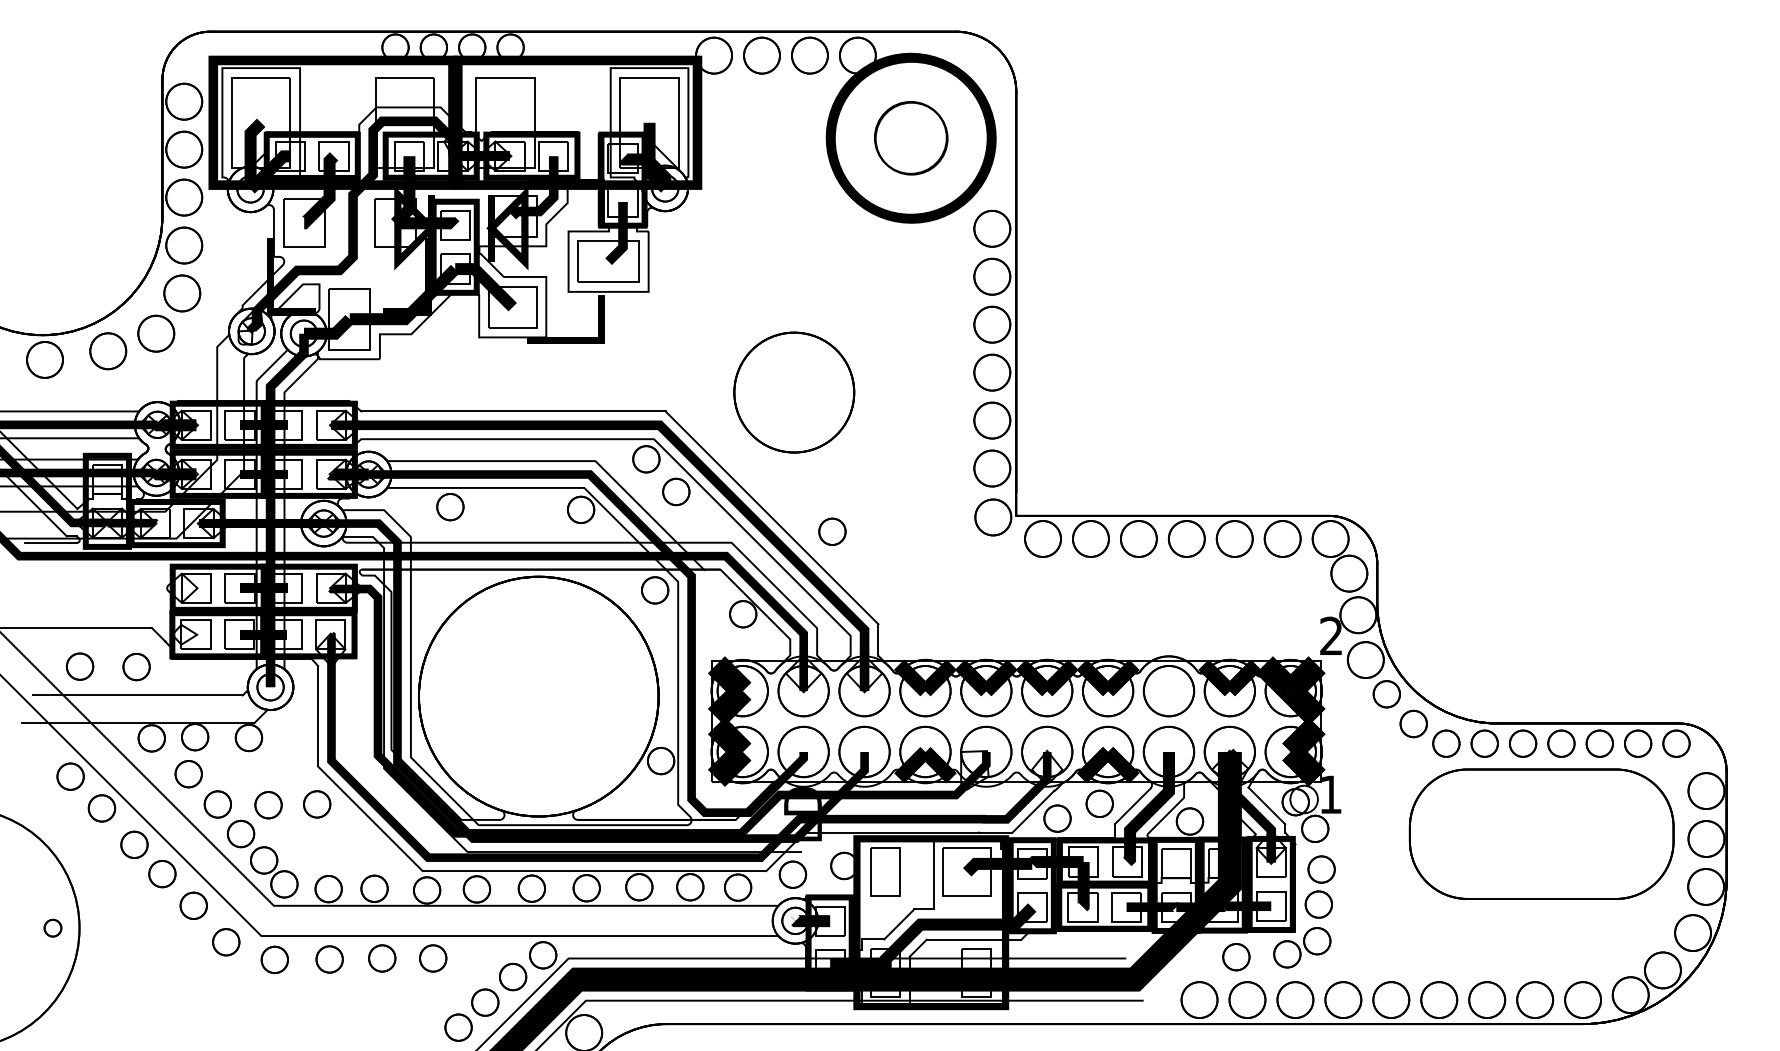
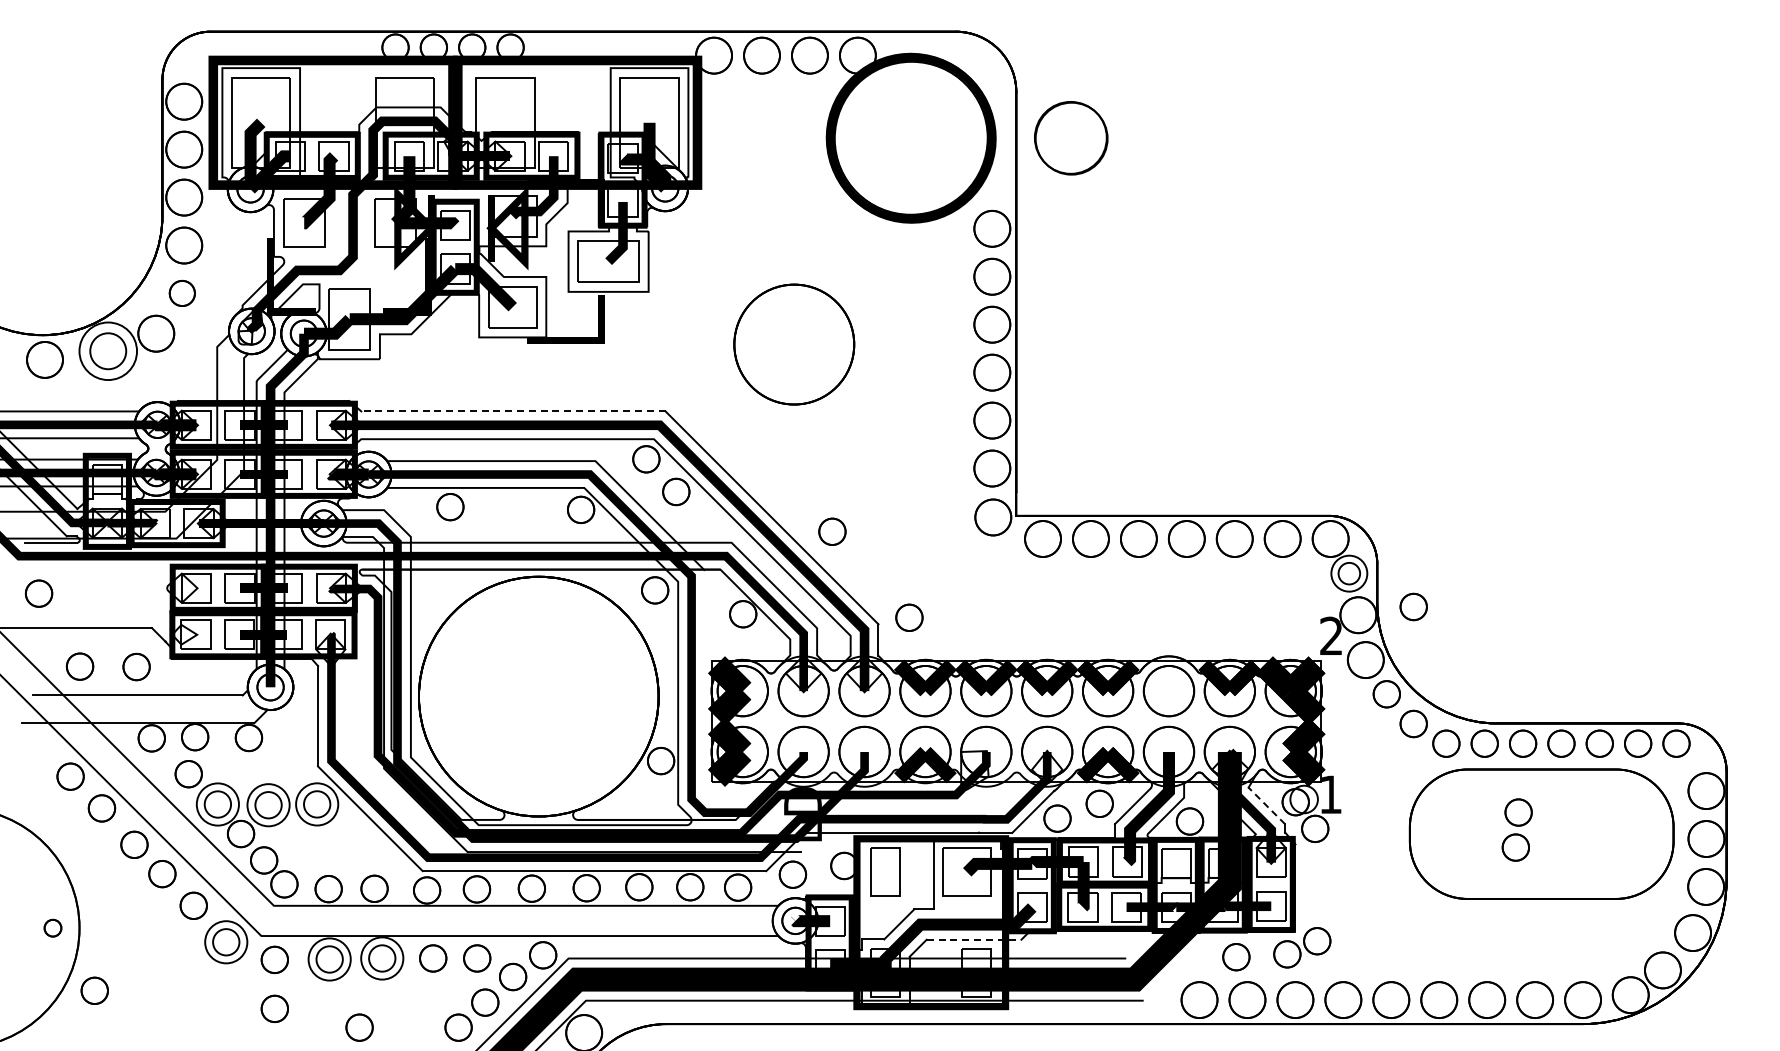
part at (911, 138) position: (911, 138) -> (1071, 138)
part at (182, 293) size: 39x39 px -> 28x28 px
circle at (108, 351) diameter: 36 px -> 58 px
part at (794, 392) position: (794, 392) -> (794, 344)
line at (512, 411): solid -> dashed
circle at (1349, 573) diameter: 36 px -> 22 px
part at (38, 593): none -> present
part at (1413, 606): none -> present
circle at (909, 617): none -> present
circle at (217, 804) diameter: 26 px -> 42 px
circle at (317, 804) diameter: 26 px -> 42 px
circle at (268, 805) diameter: 26 px -> 42 px
line at (1266, 805): solid -> dashed
part at (1319, 886) position: (1319, 886) -> (1516, 829)
line at (974, 939): solid -> dashed
circle at (226, 942) diameter: 26 px -> 42 px
circle at (382, 958) diameter: 26 px -> 42 px
circle at (477, 958): none -> present
circle at (329, 959) diameter: 26 px -> 42 px
circle at (94, 990): none -> present
circle at (274, 1008): none -> present
circle at (359, 1027): none -> present
